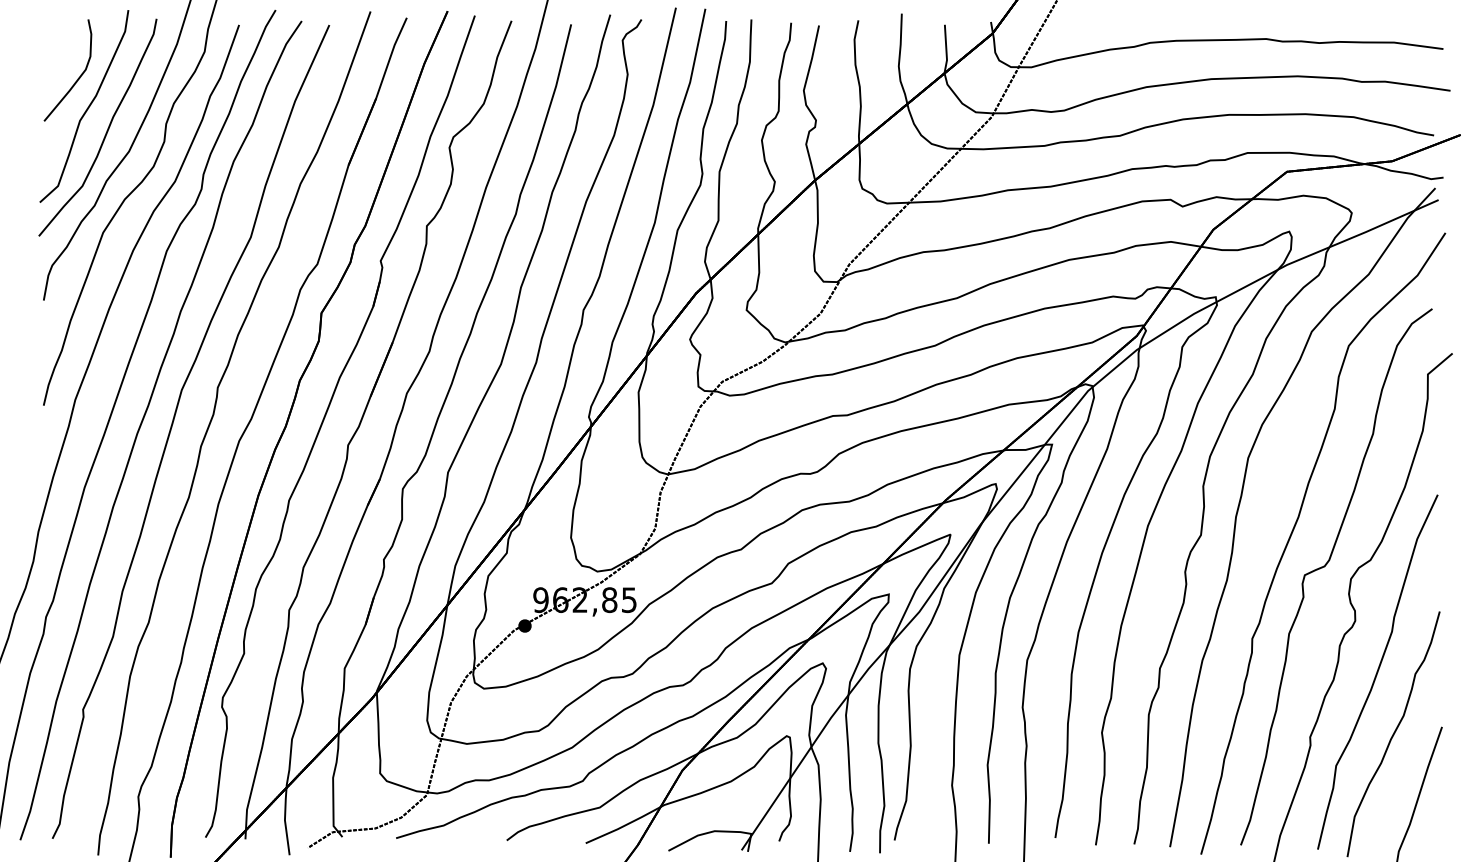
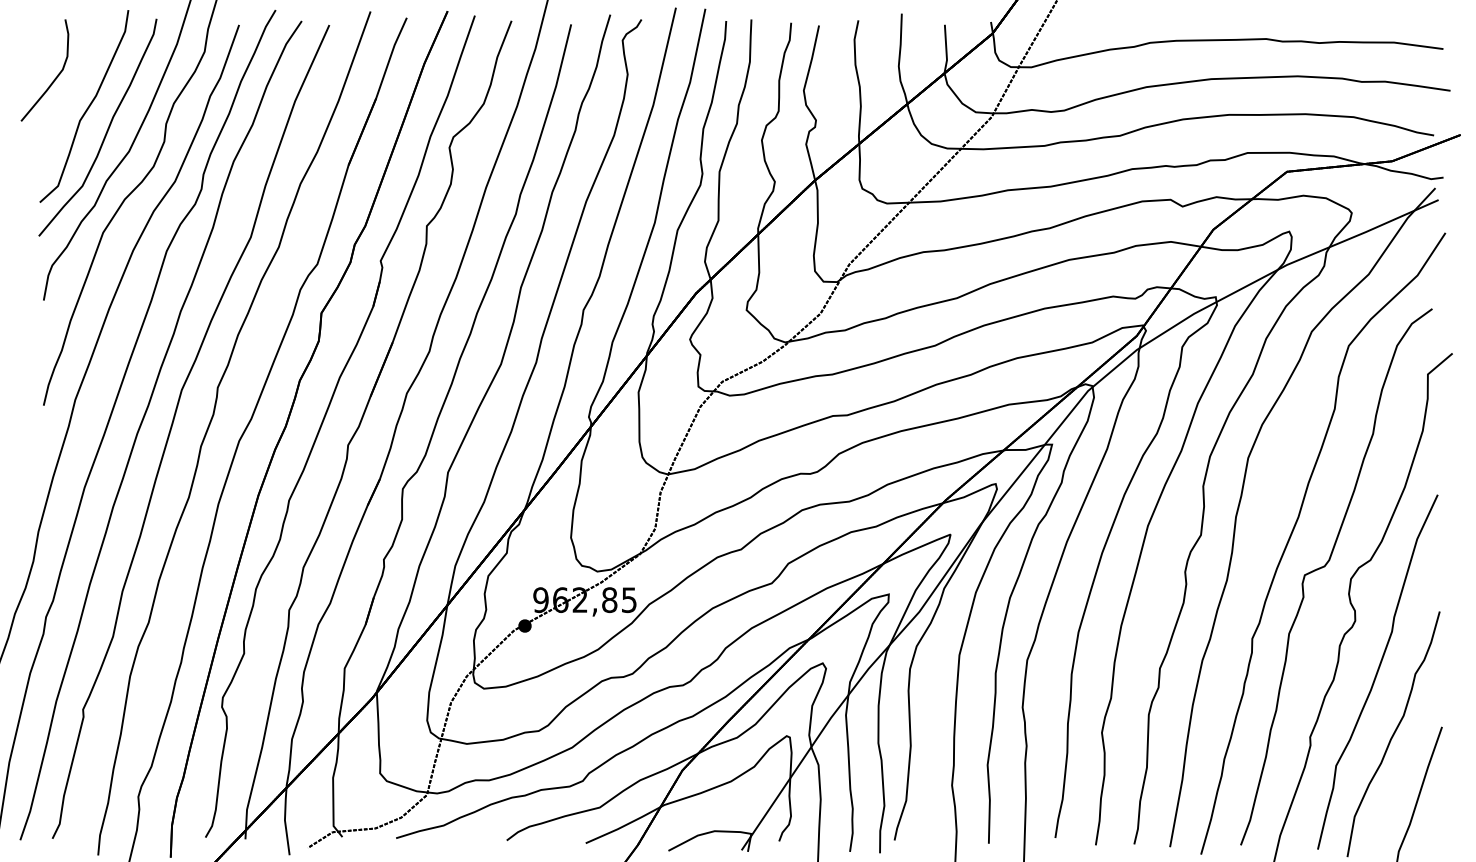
part at (77, 78) position: (77, 78) -> (54, 78)
